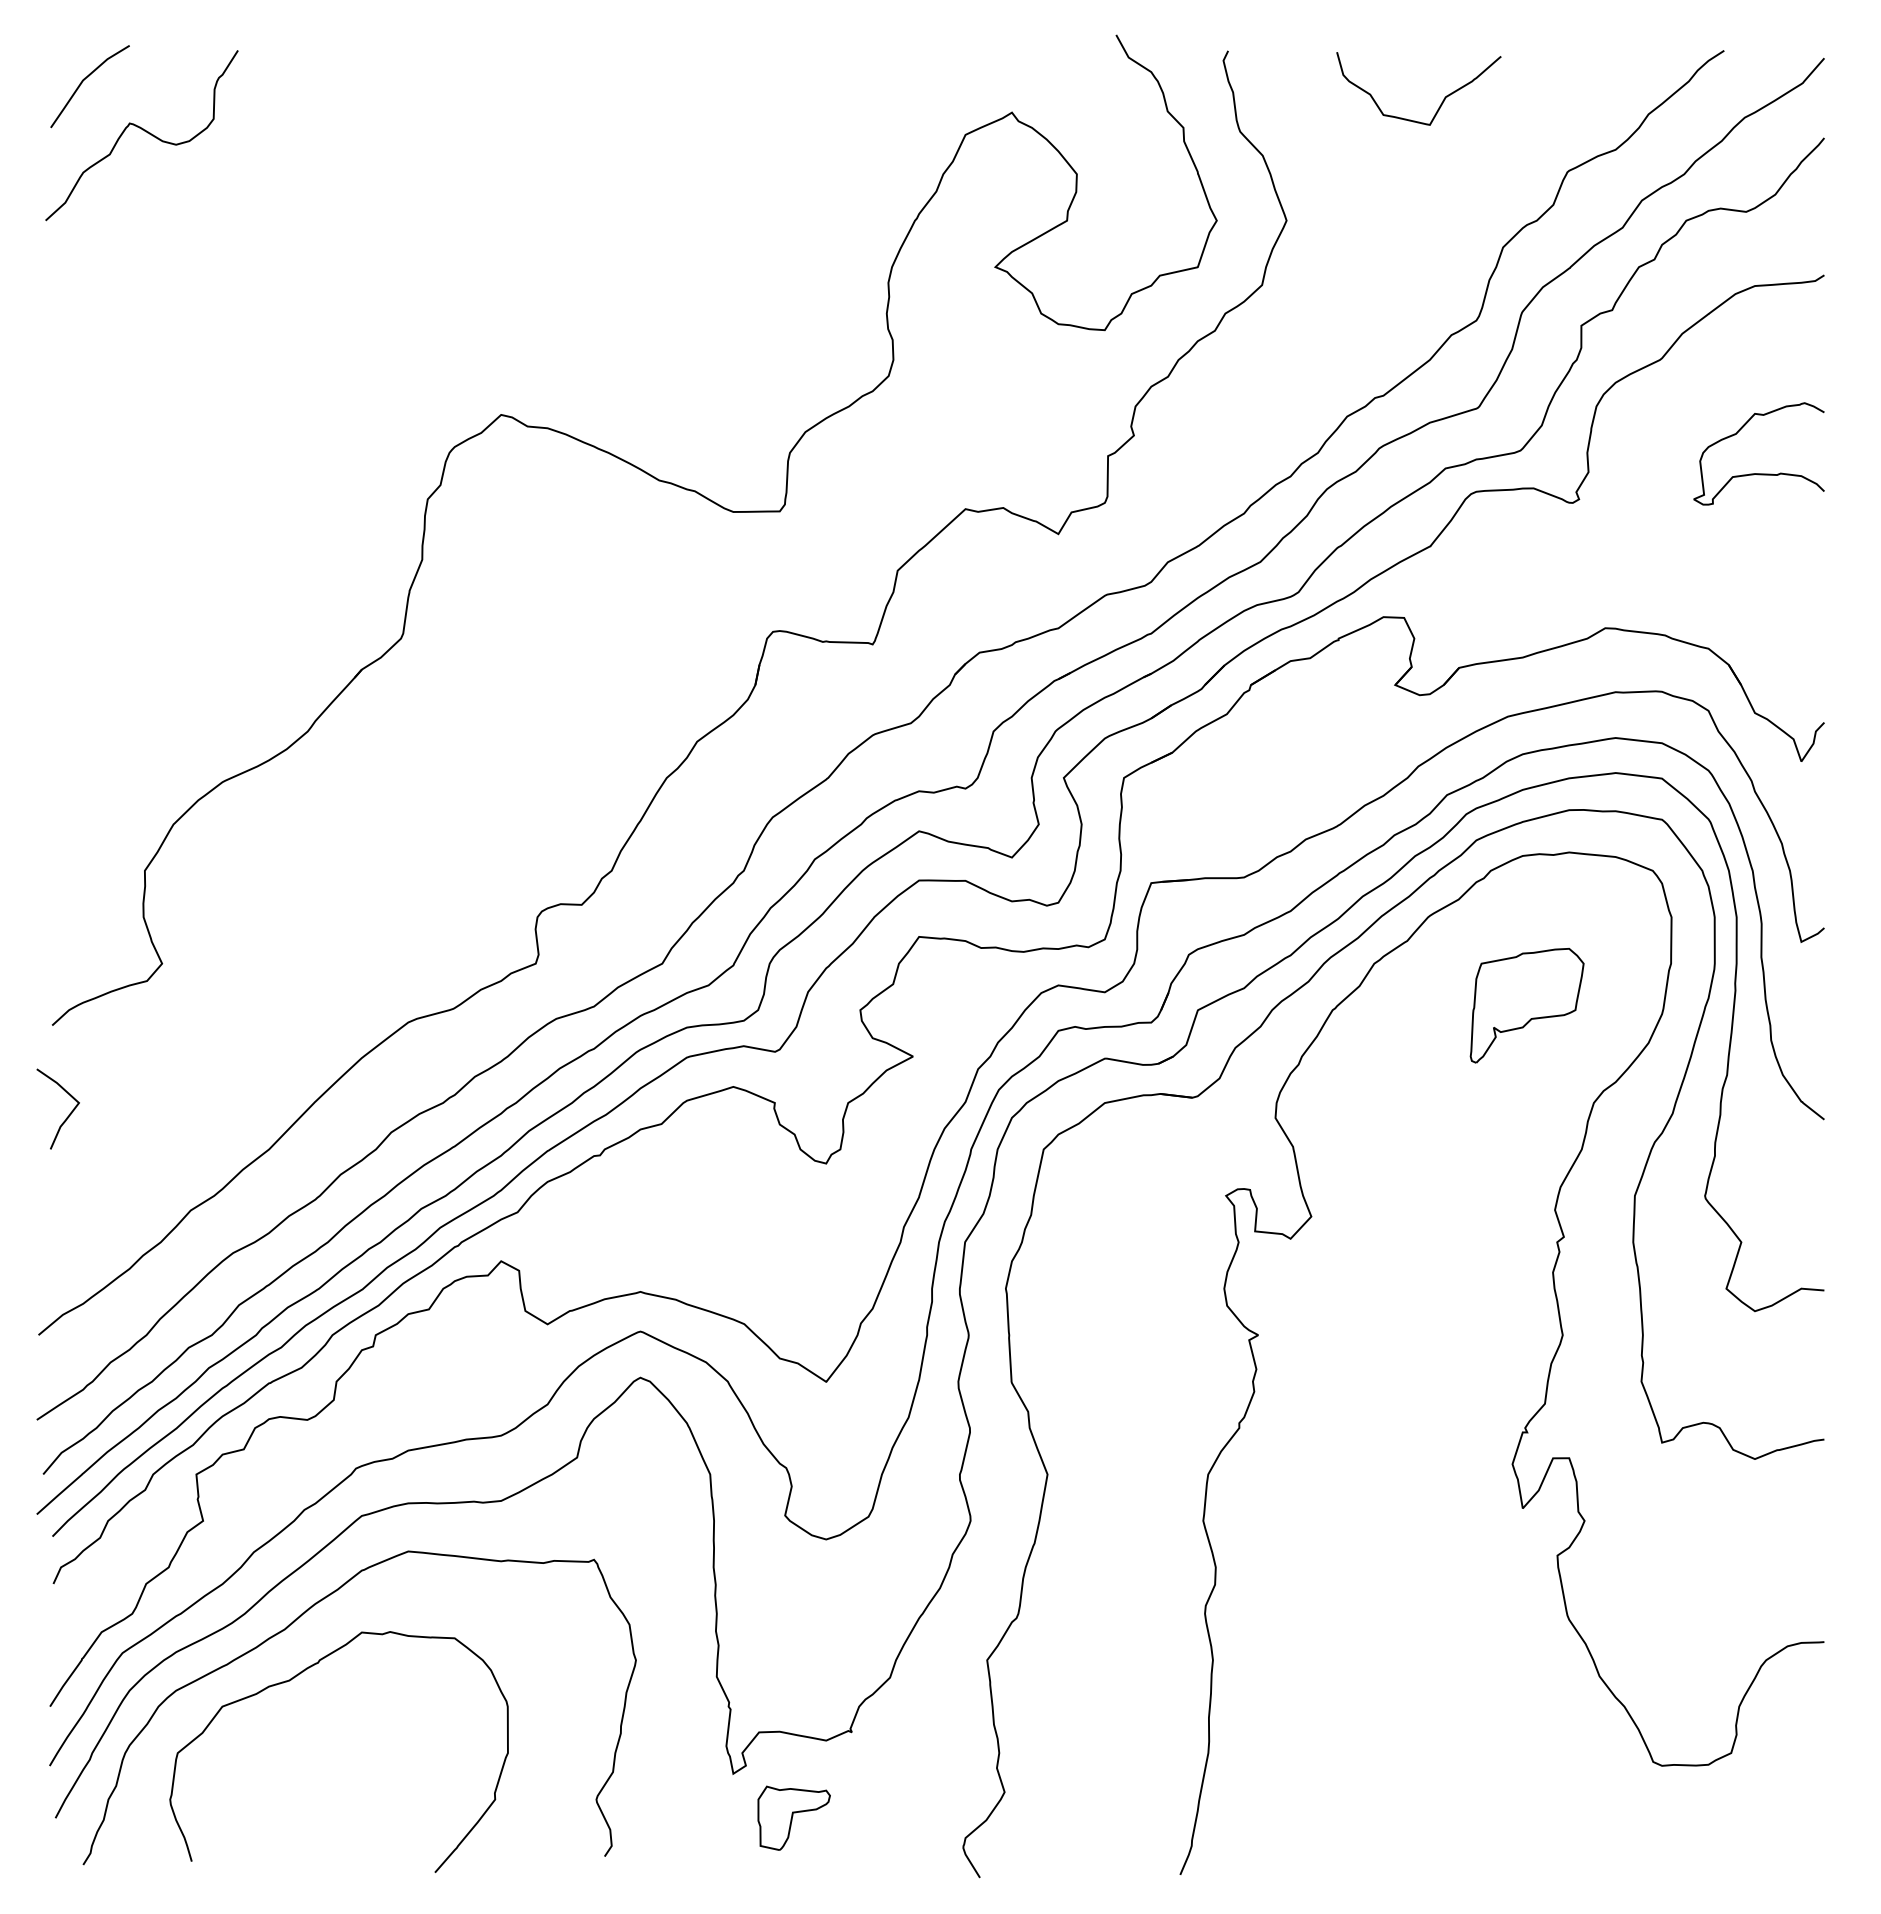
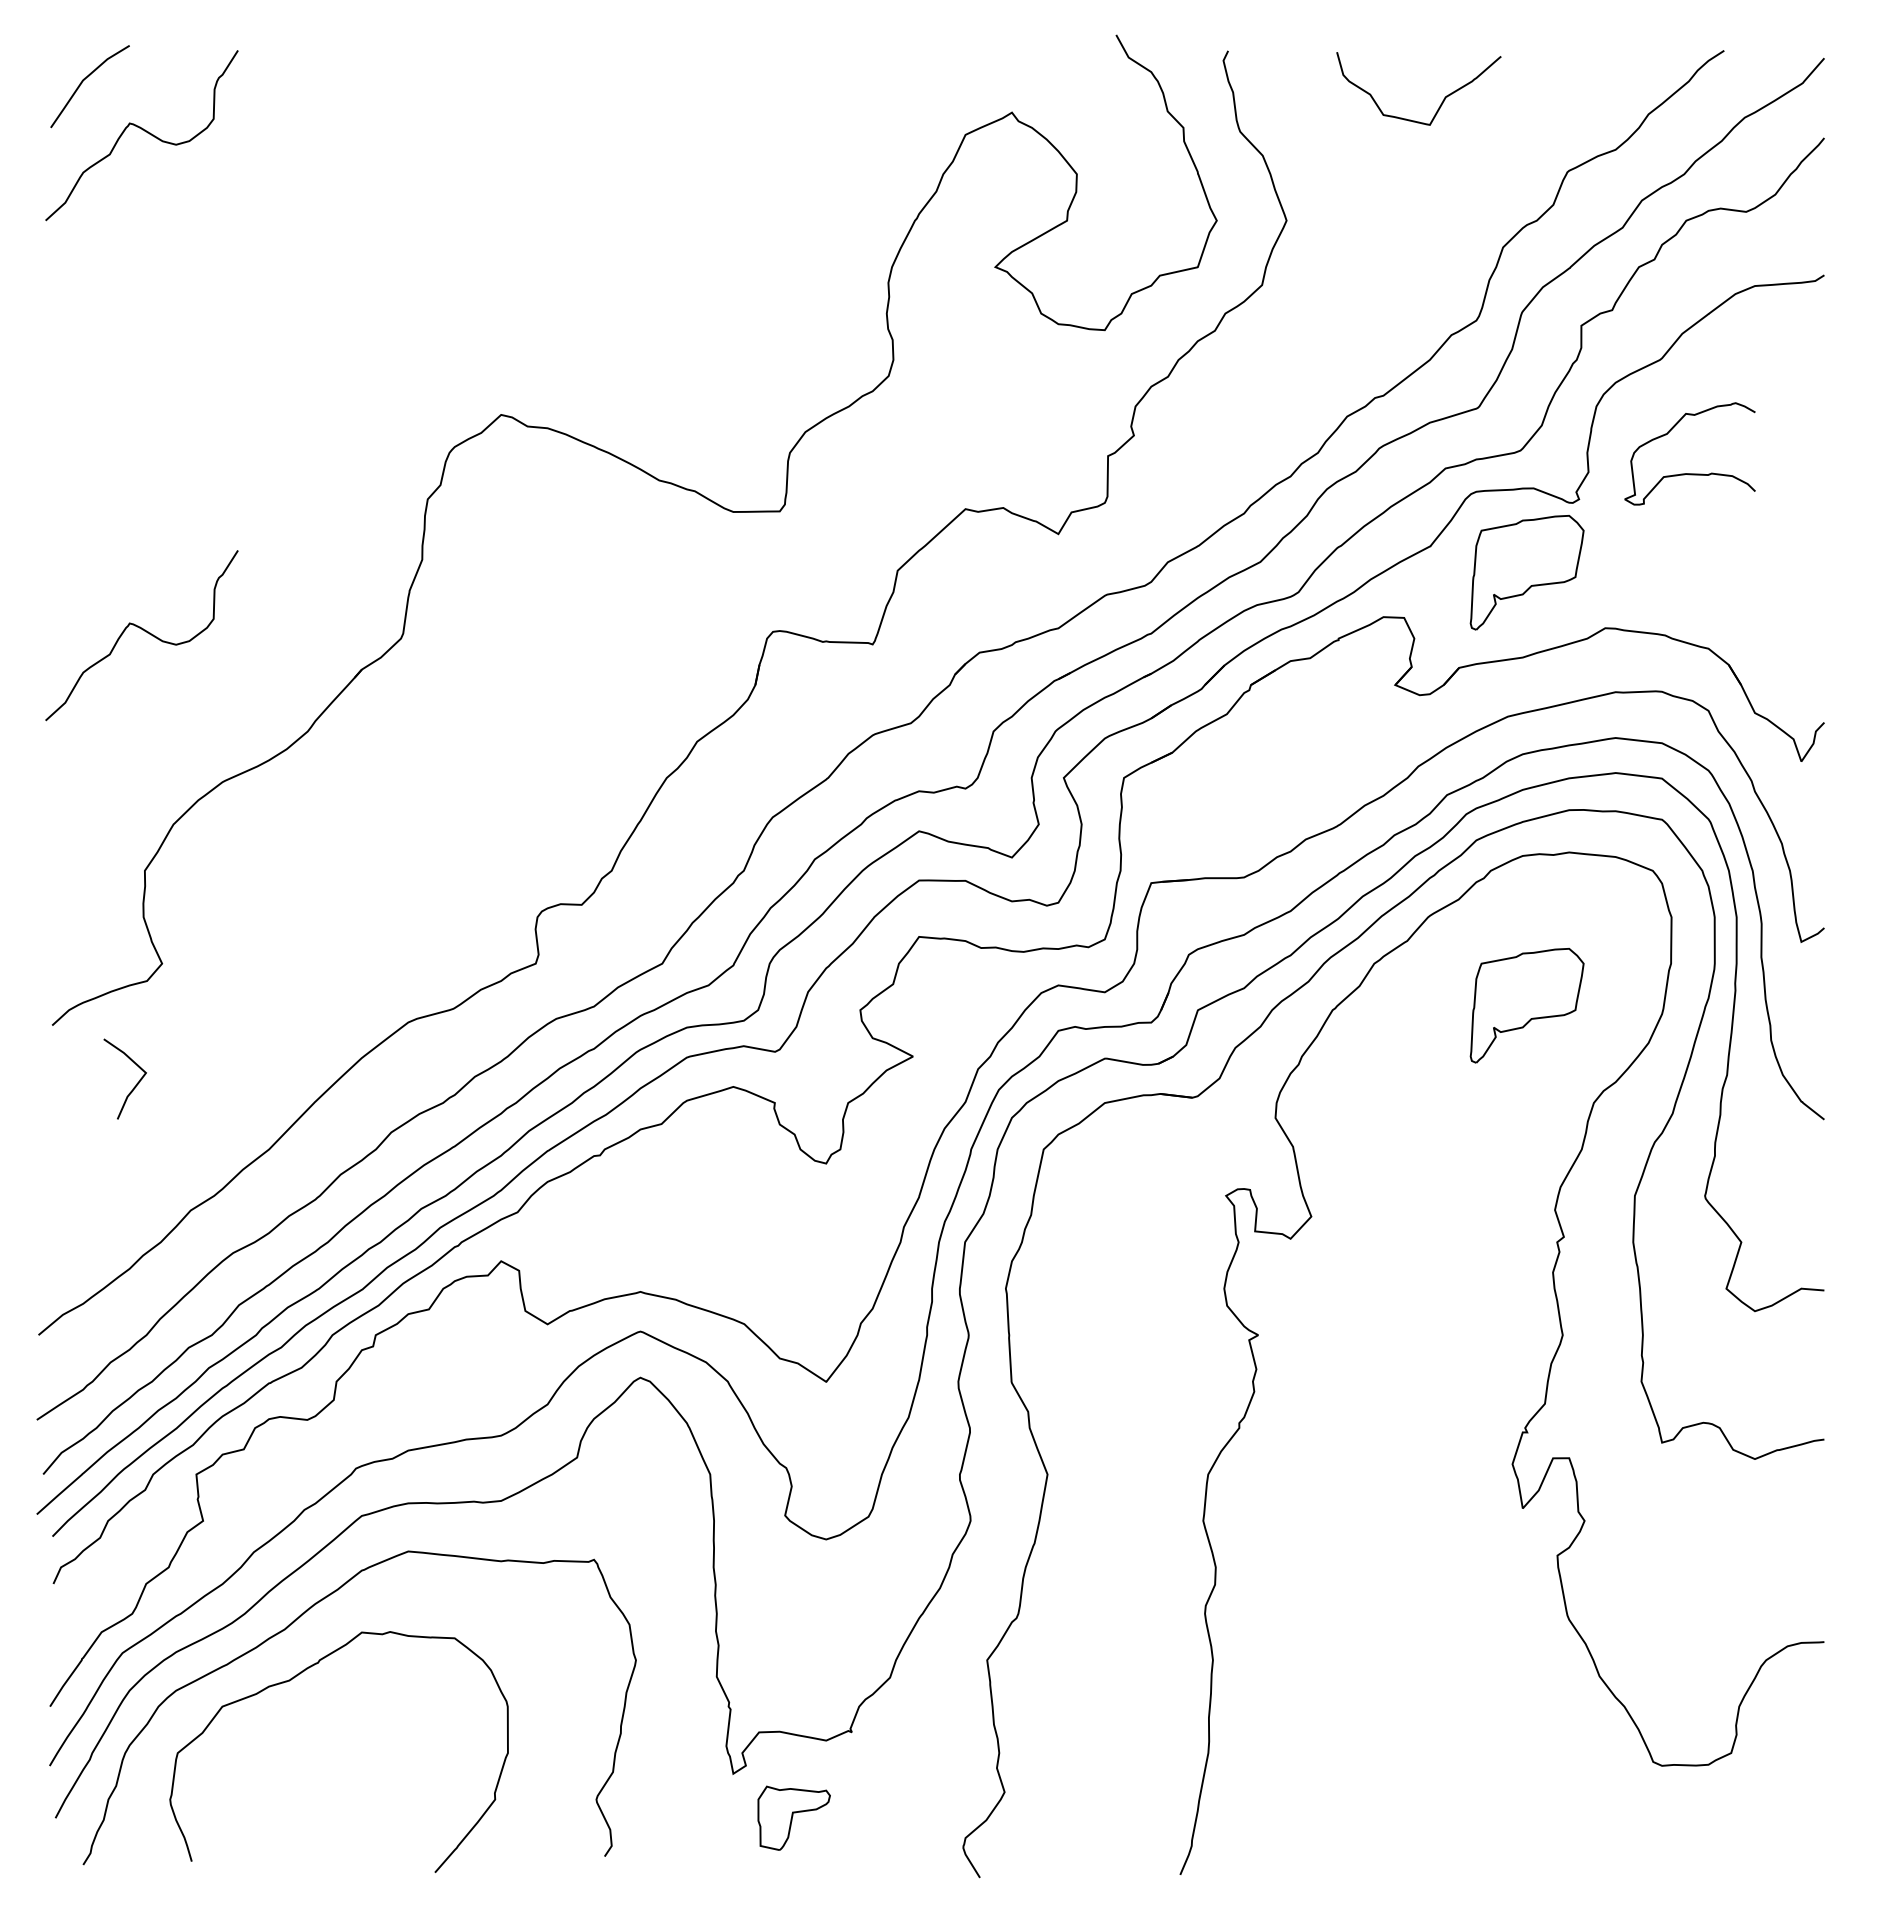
curve at (1758, 473) position: (1758, 473) -> (1689, 473)
part at (1526, 572): none -> present
curve at (144, 631): none -> present
curve at (66, 1117) position: (66, 1117) -> (133, 1087)
